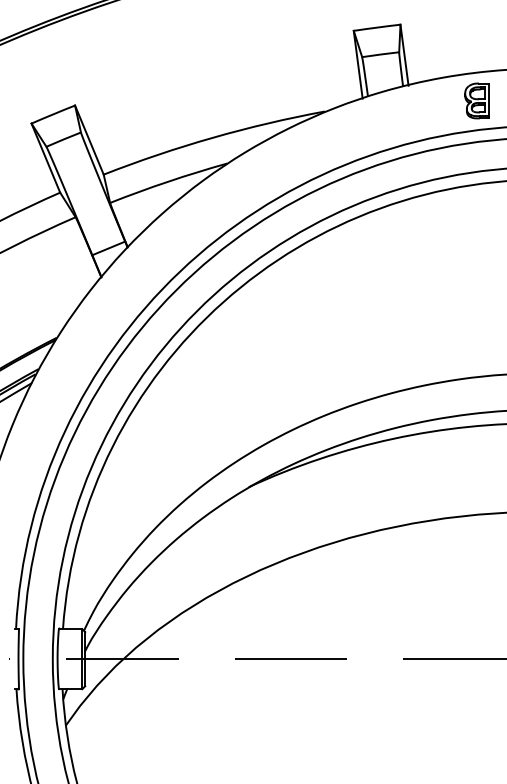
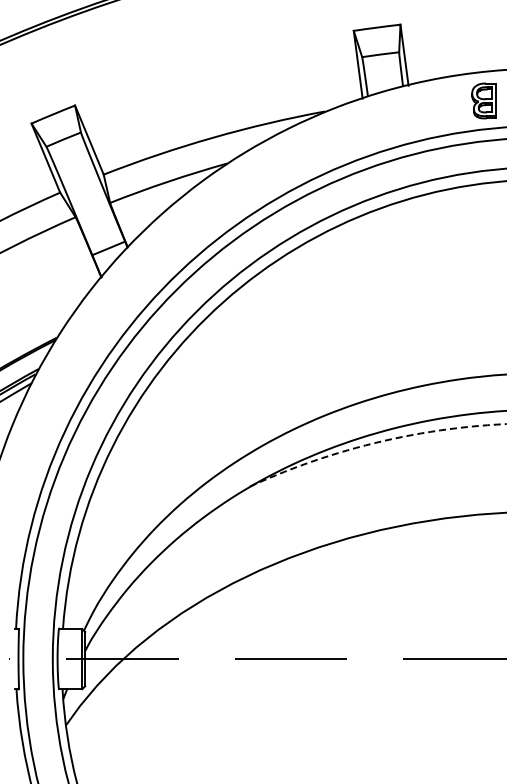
part at (476, 100) position: (476, 100) -> (483, 100)
arc at (374, 443): solid -> dashed
